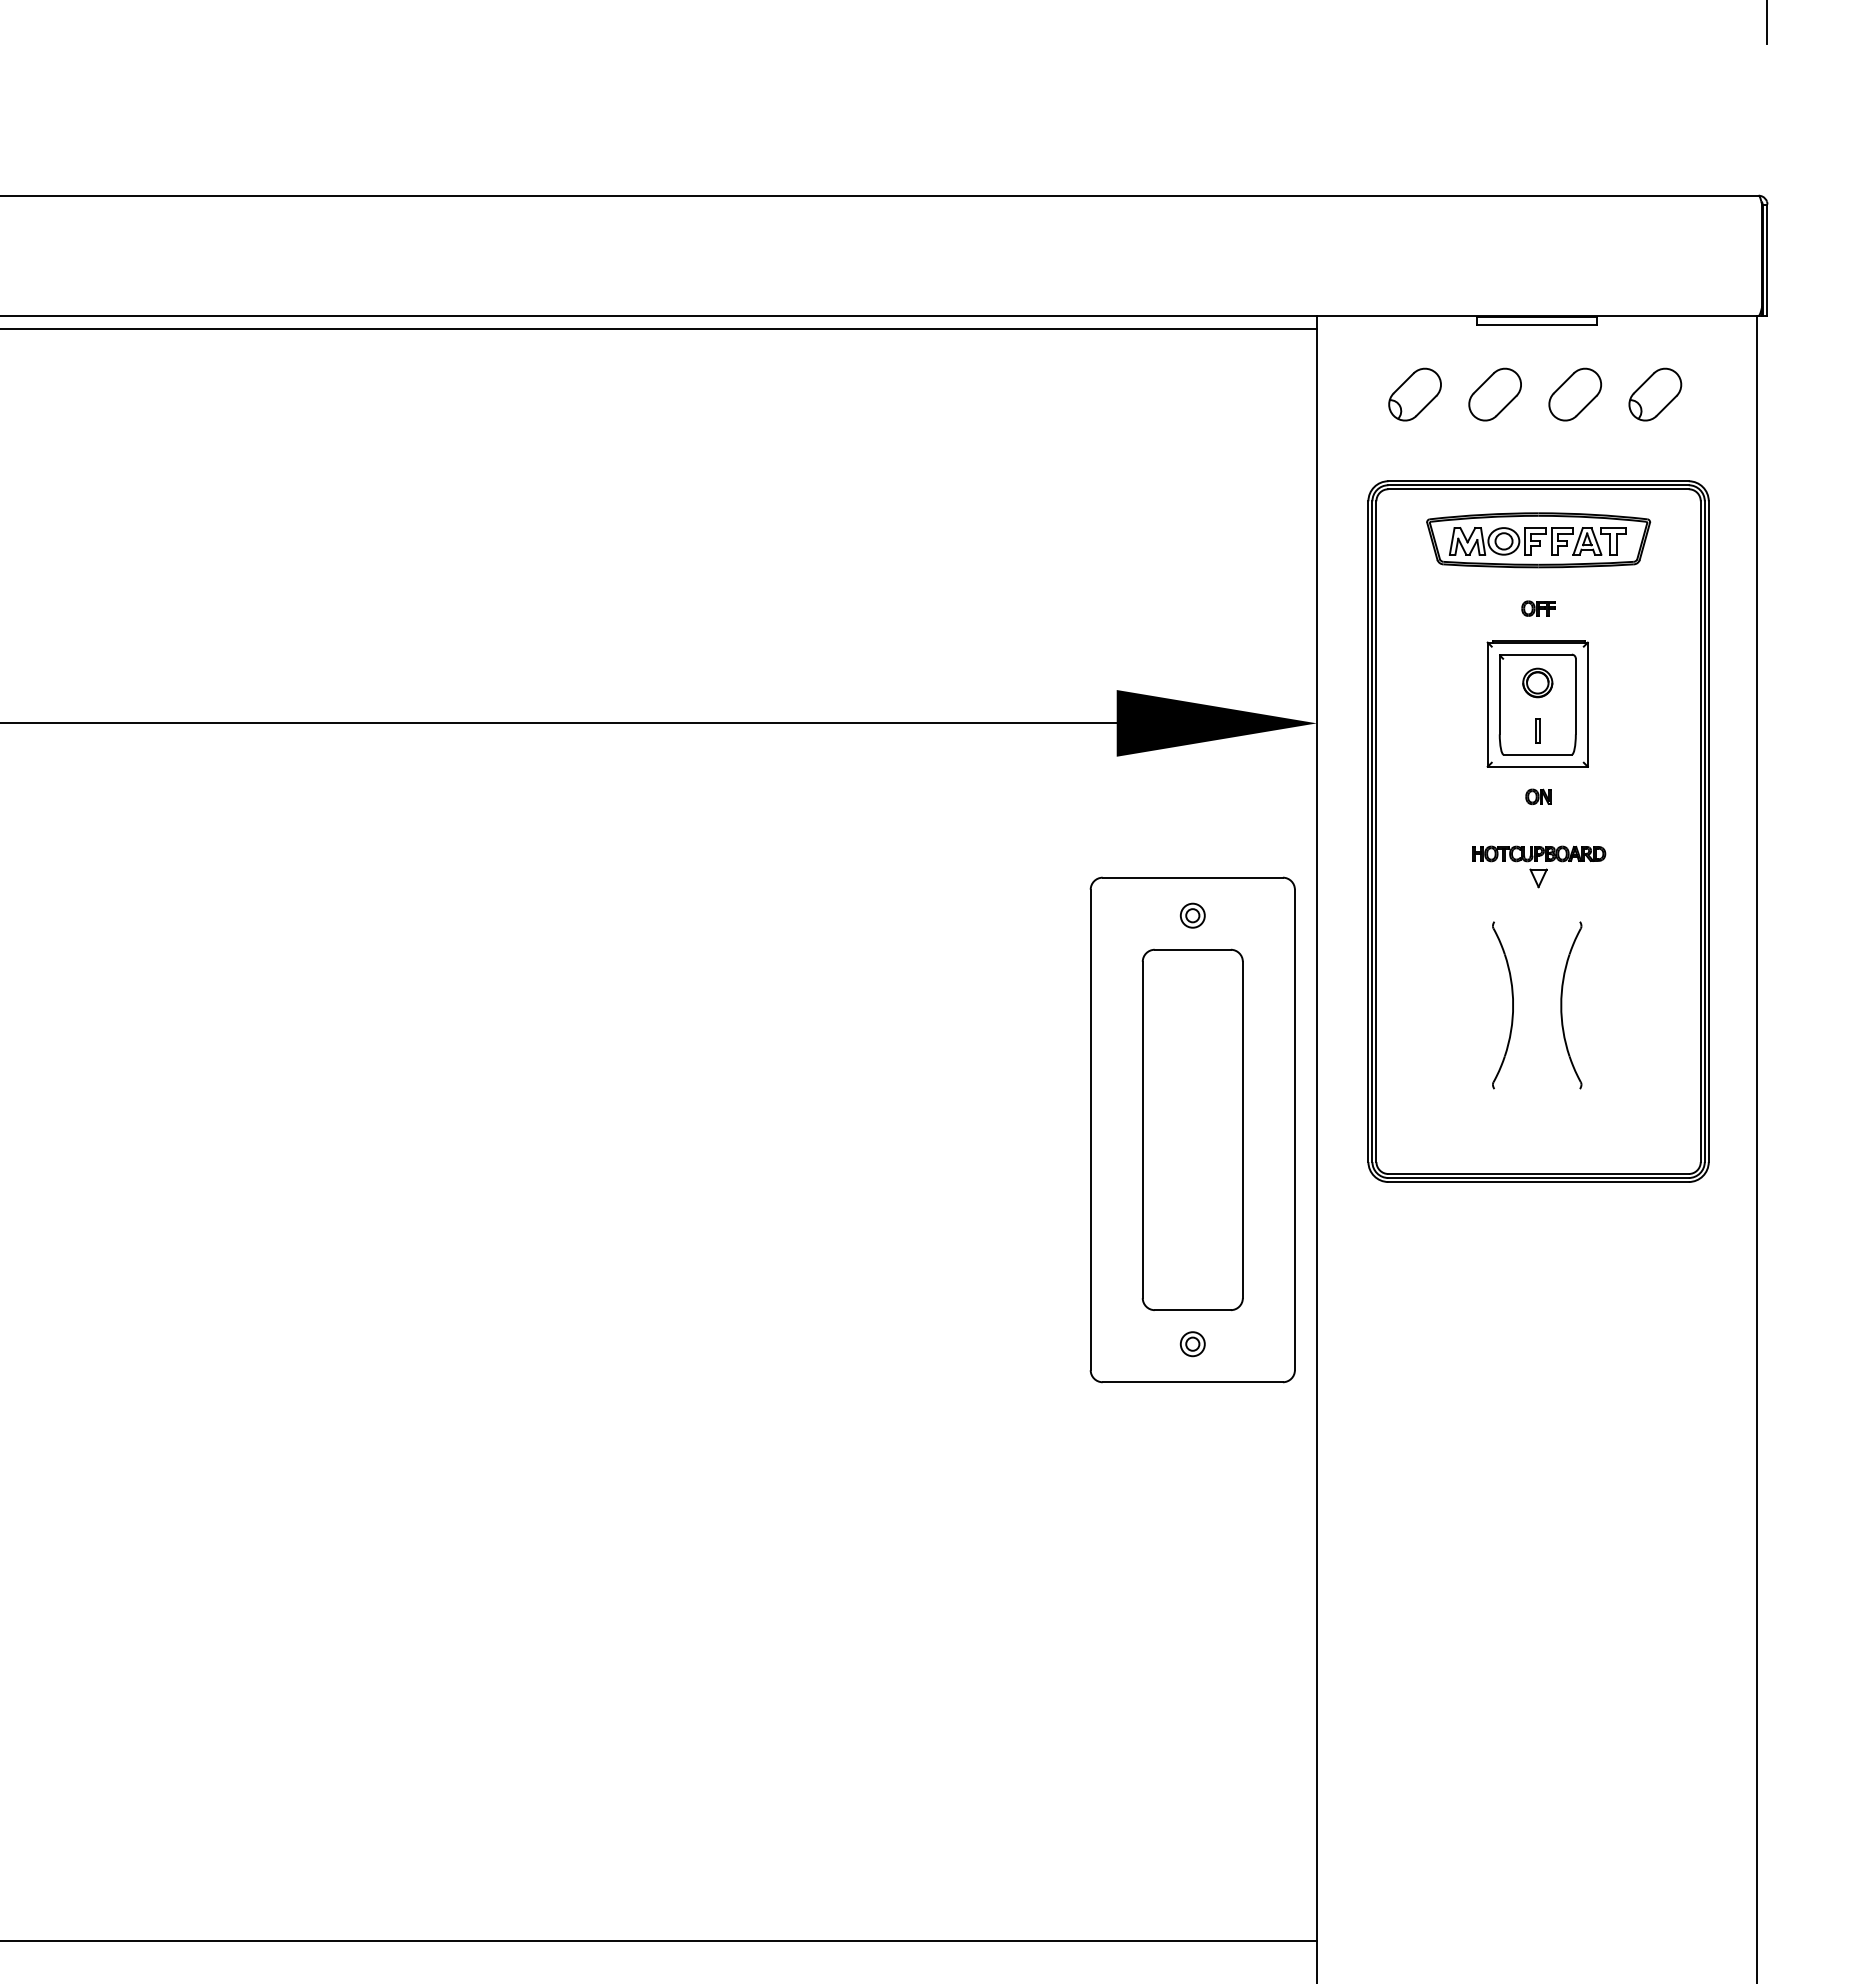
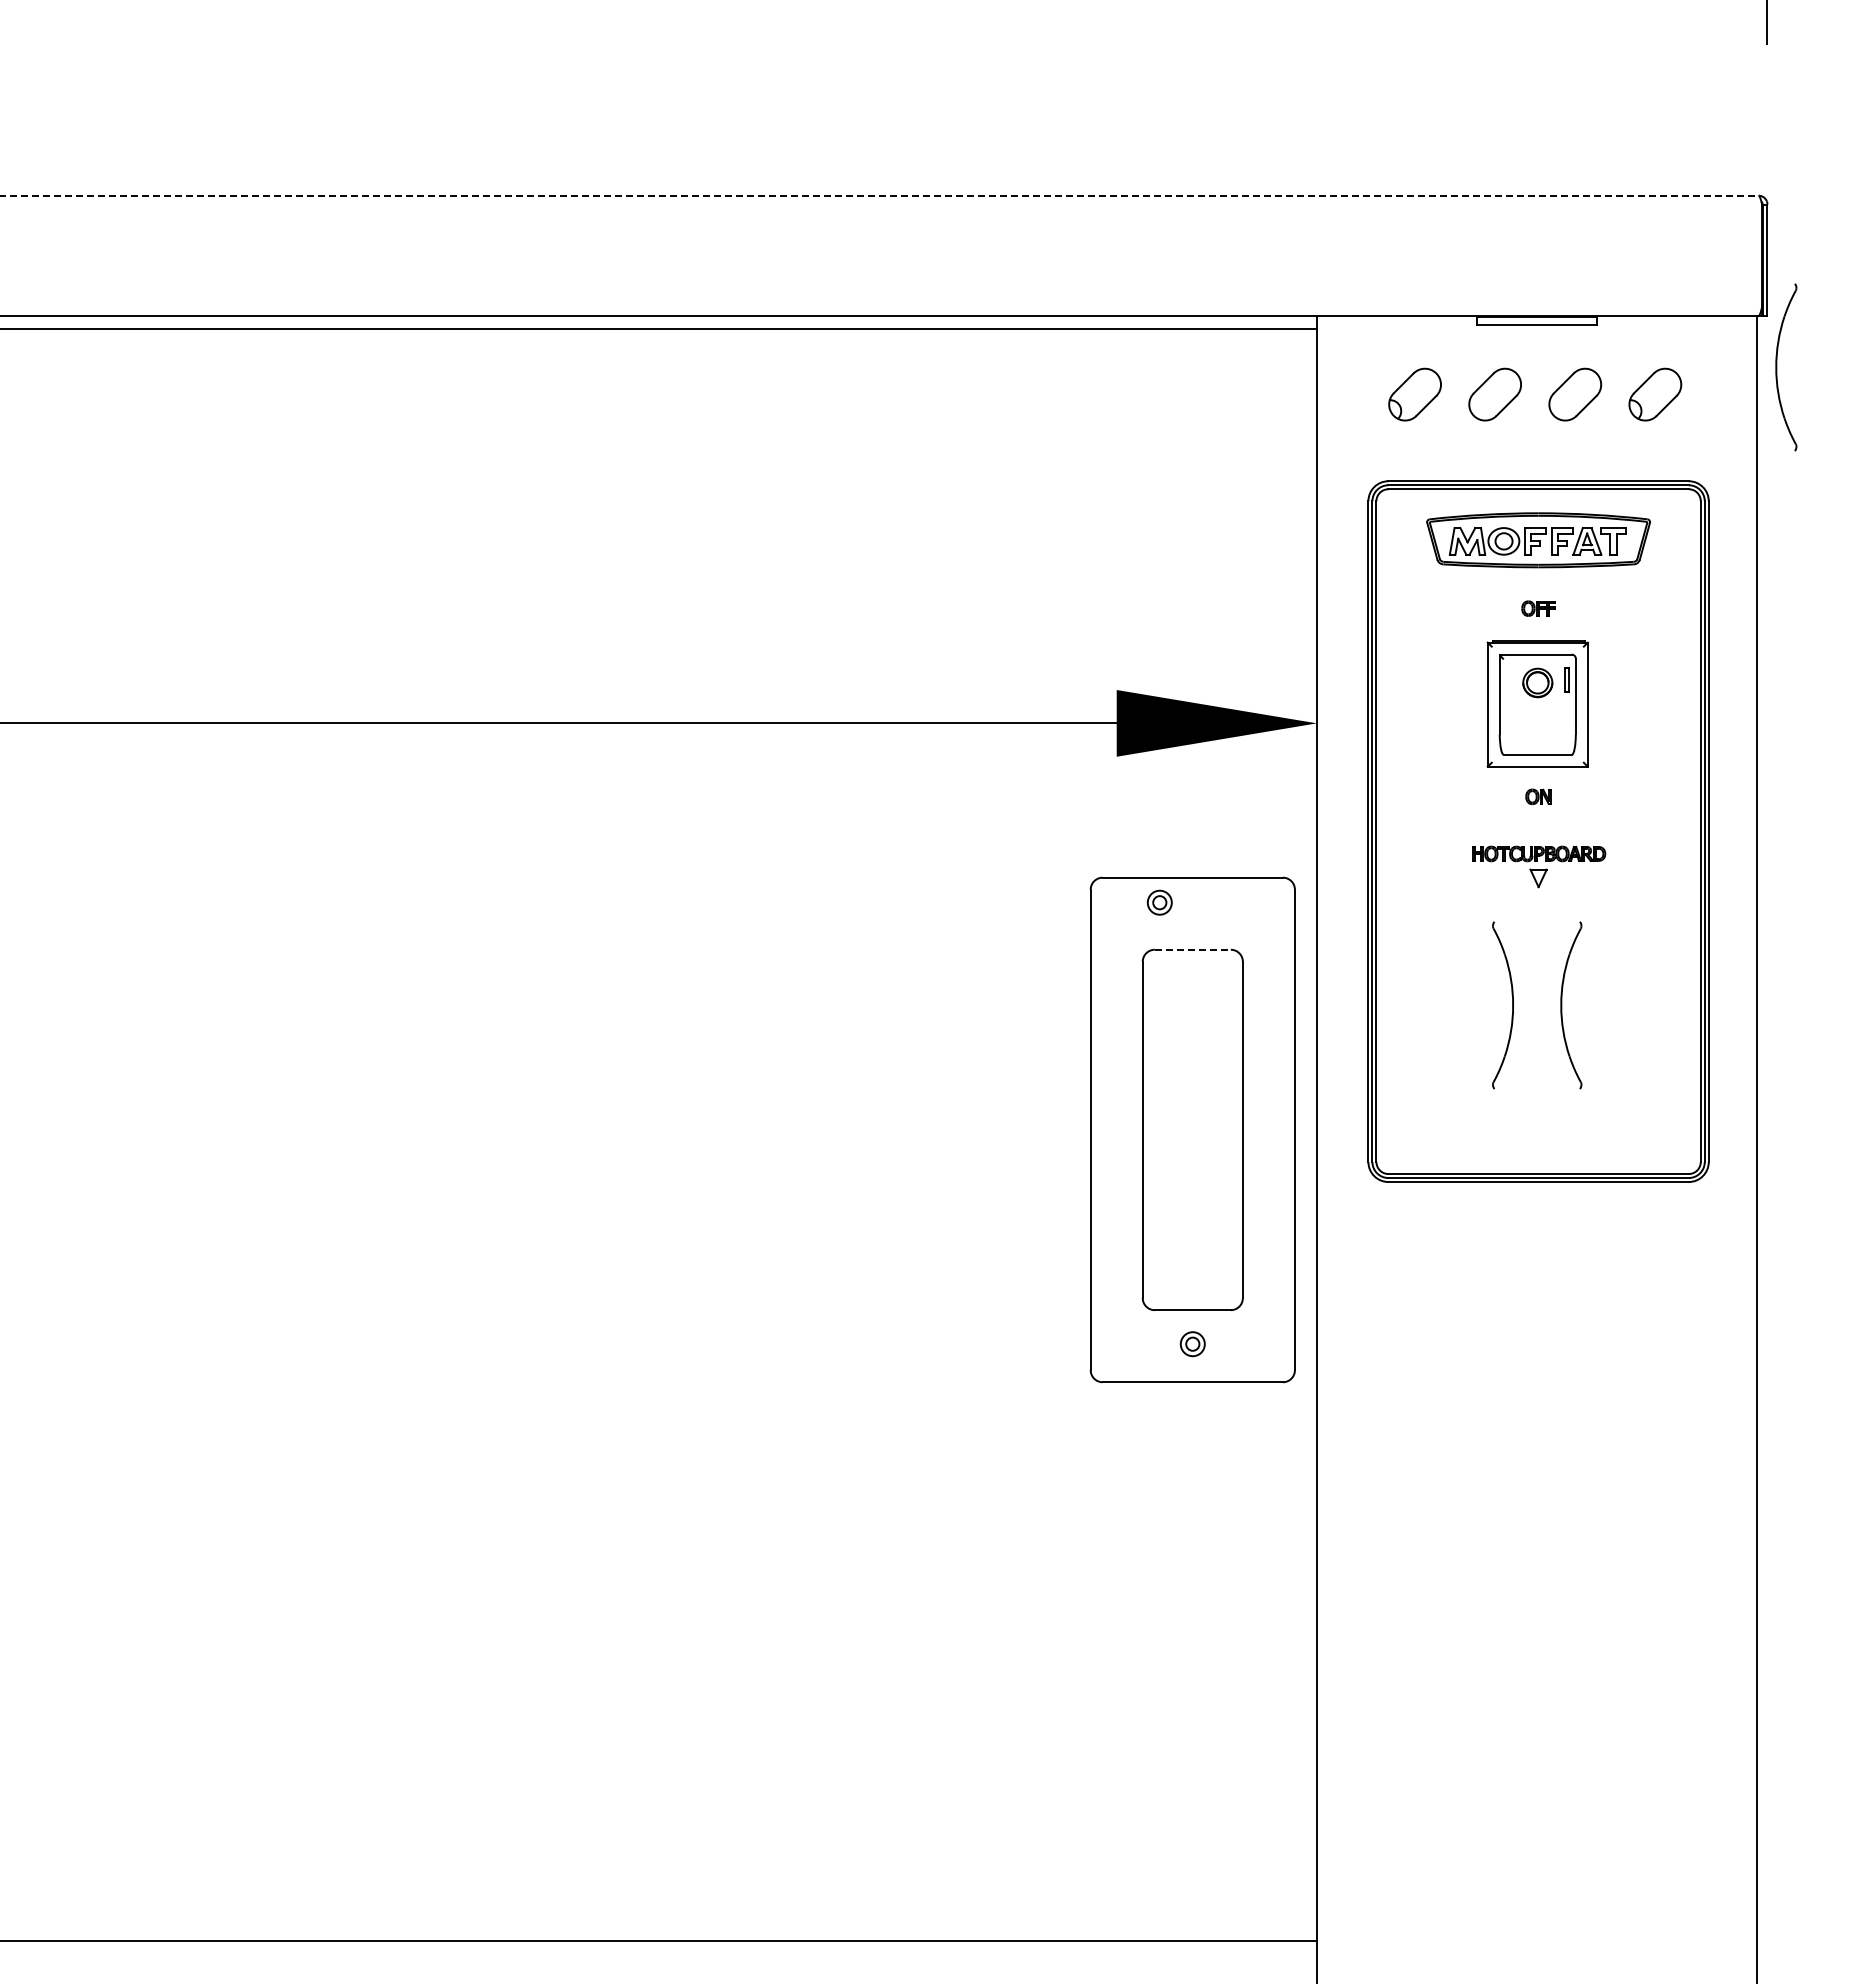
line at (880, 195): solid -> dashed
part at (1777, 367): none -> present
part at (1537, 730) position: (1537, 730) -> (1566, 679)
part at (1192, 915) position: (1192, 915) -> (1159, 902)
line at (1193, 949): solid -> dashed
